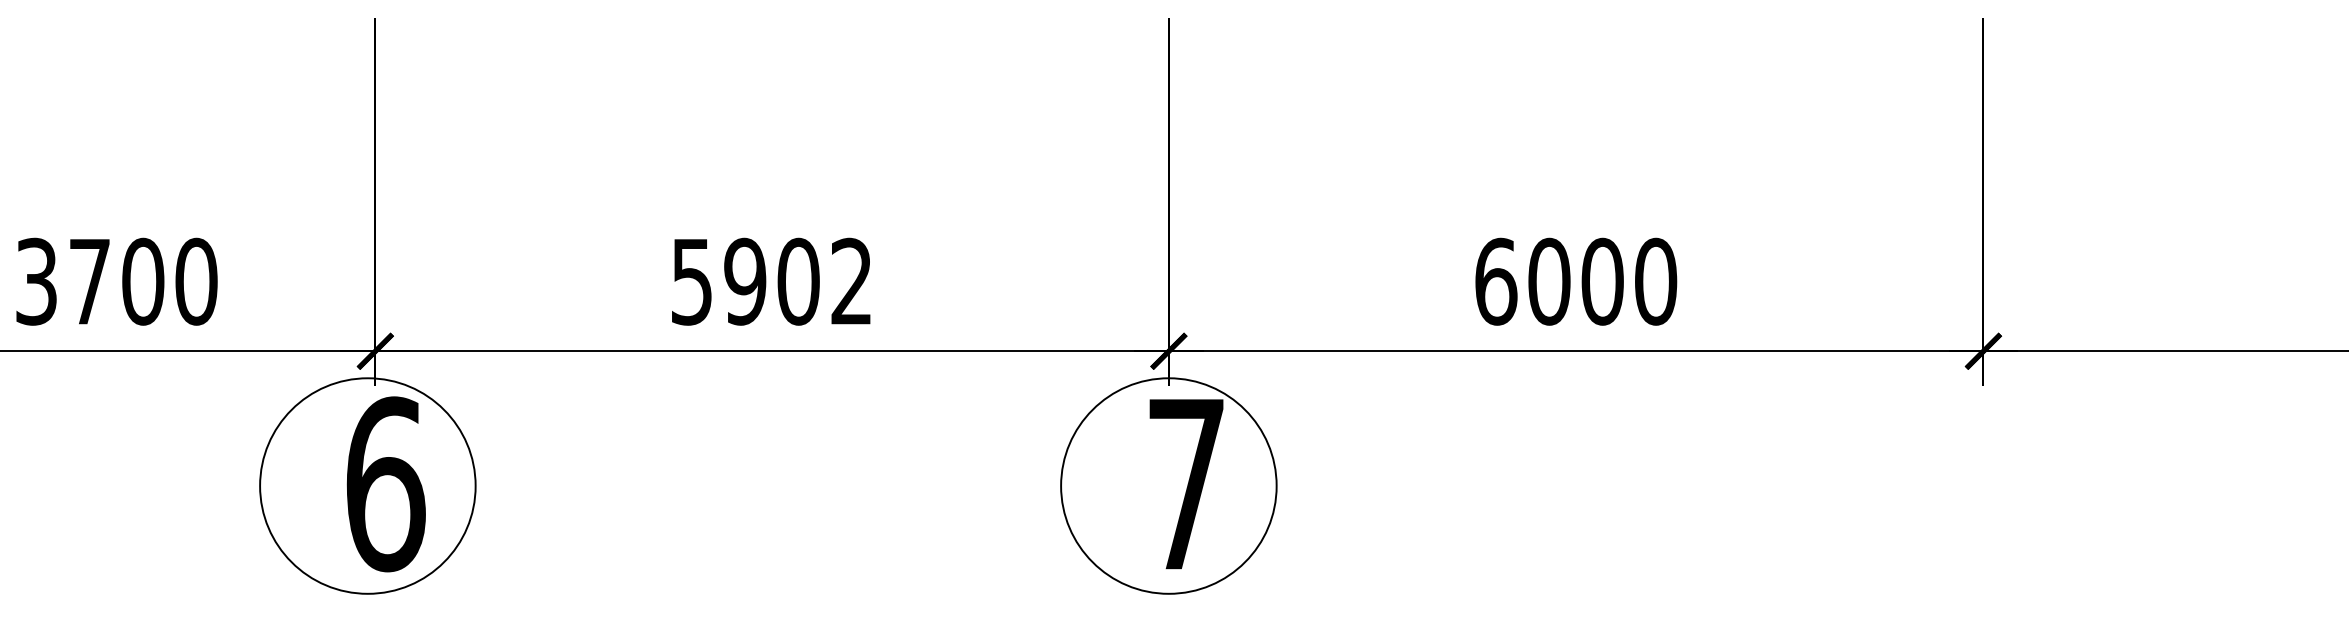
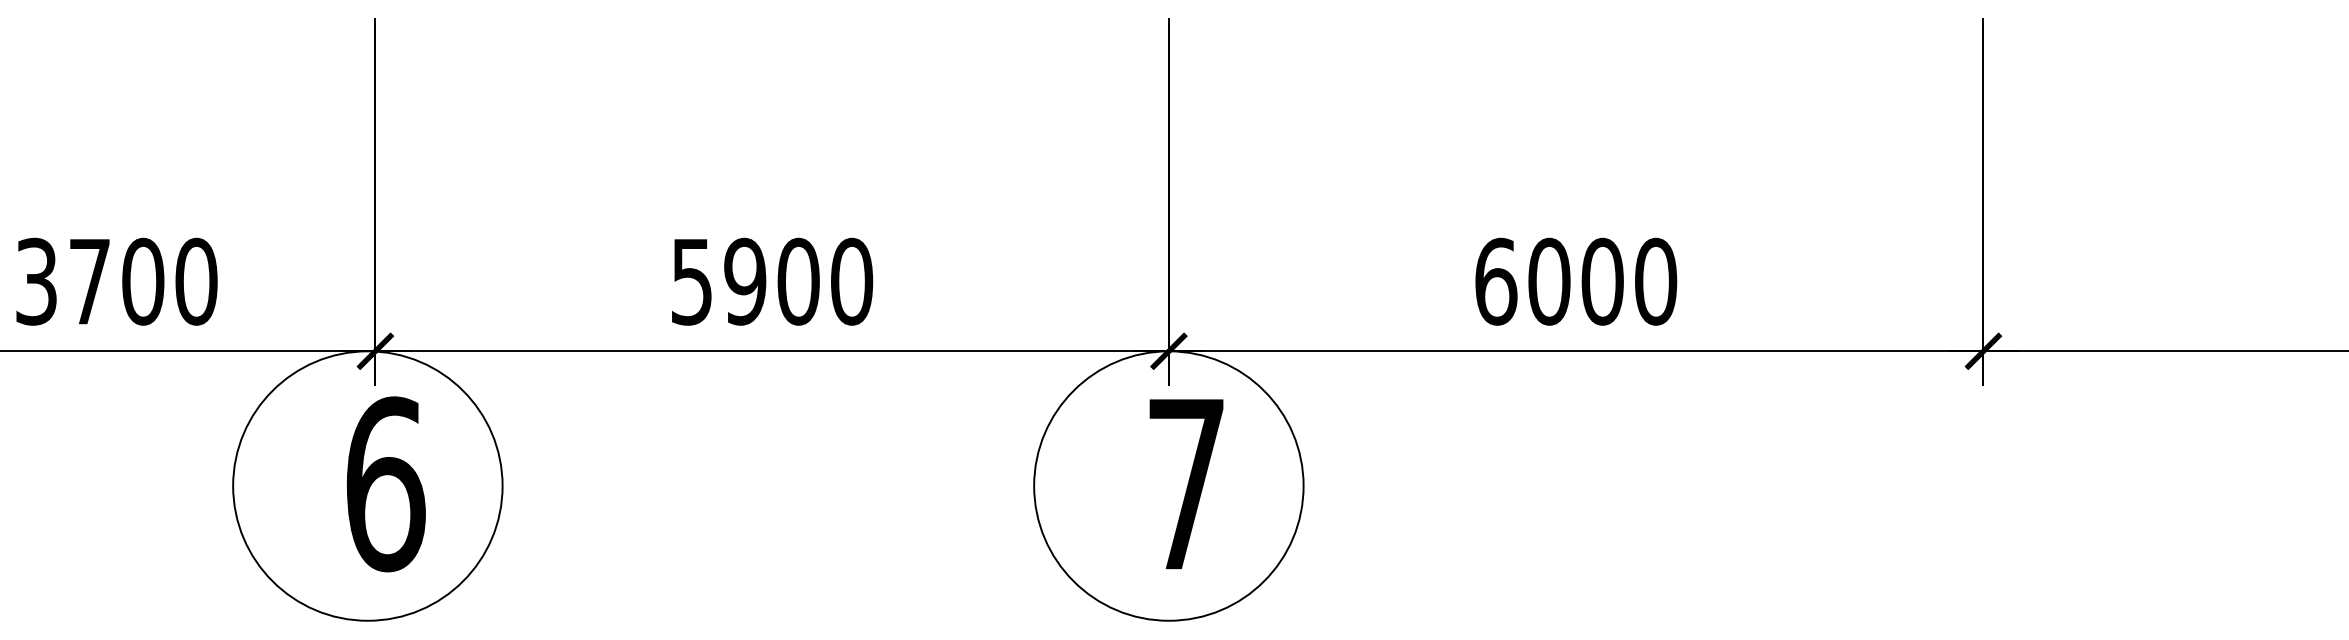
text at (852, 281): 5902 -> 5900
circle at (367, 485) diameter: 216 px -> 269 px
circle at (1168, 485) diameter: 216 px -> 269 px
